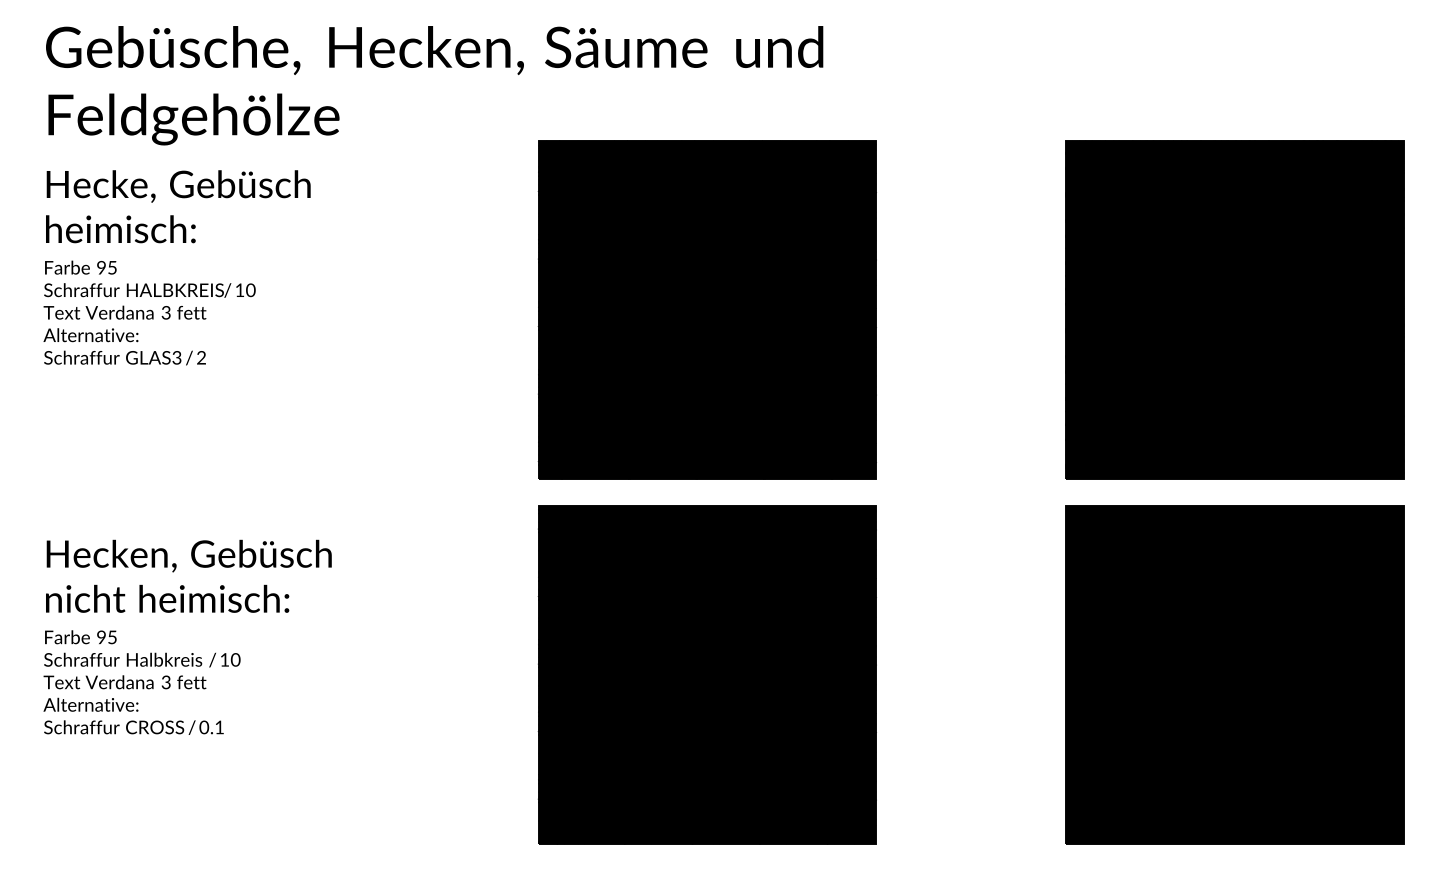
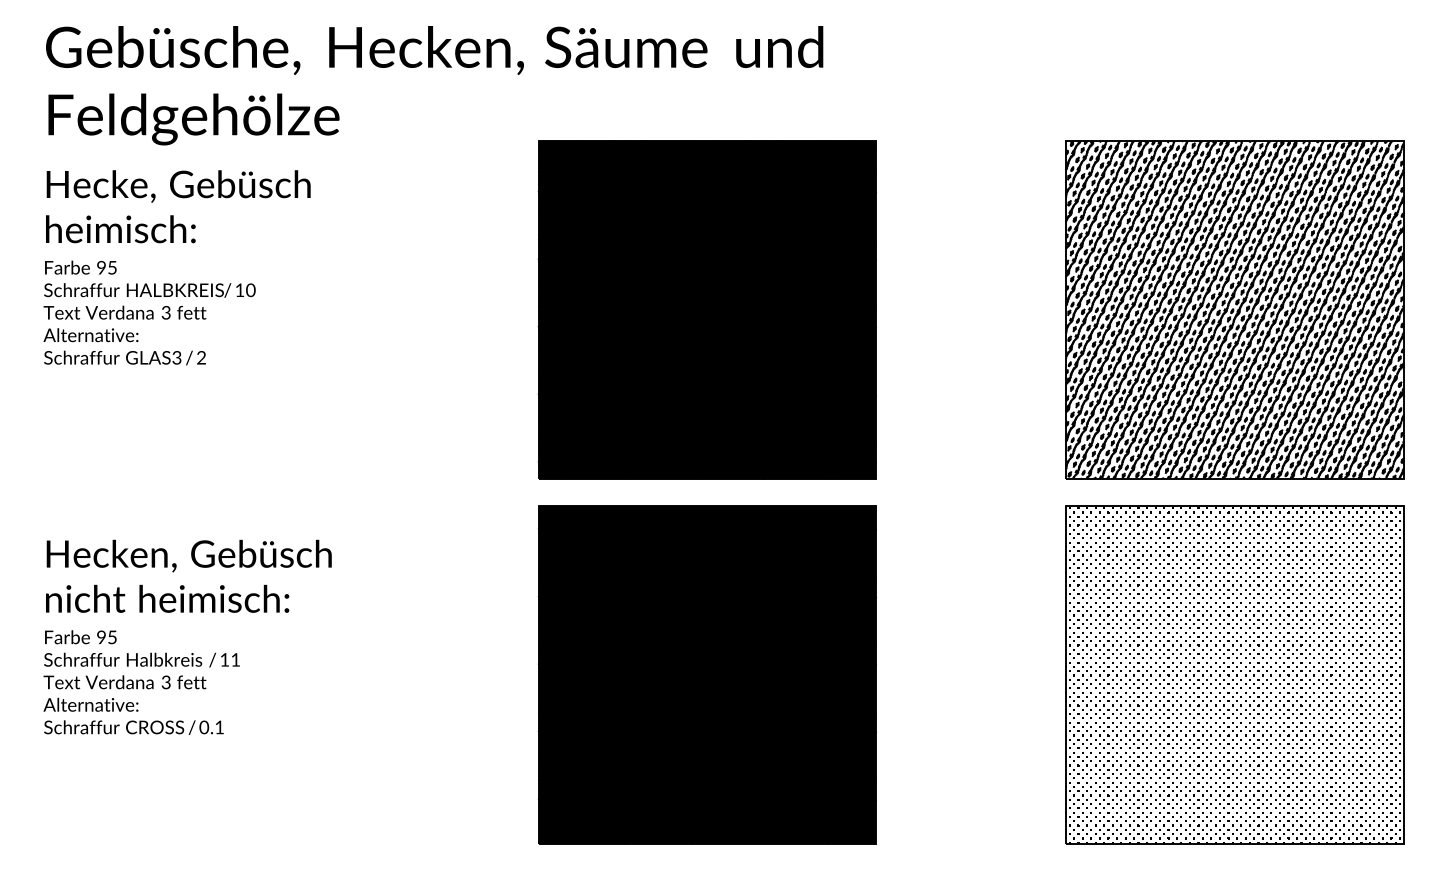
fill at (1234, 309): present -> none
text at (235, 659): 10 -> 11
fill at (1234, 674): present -> none
